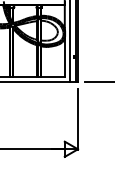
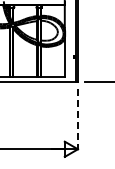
line at (69, 41): present -> none
line at (78, 119): solid -> dashed
